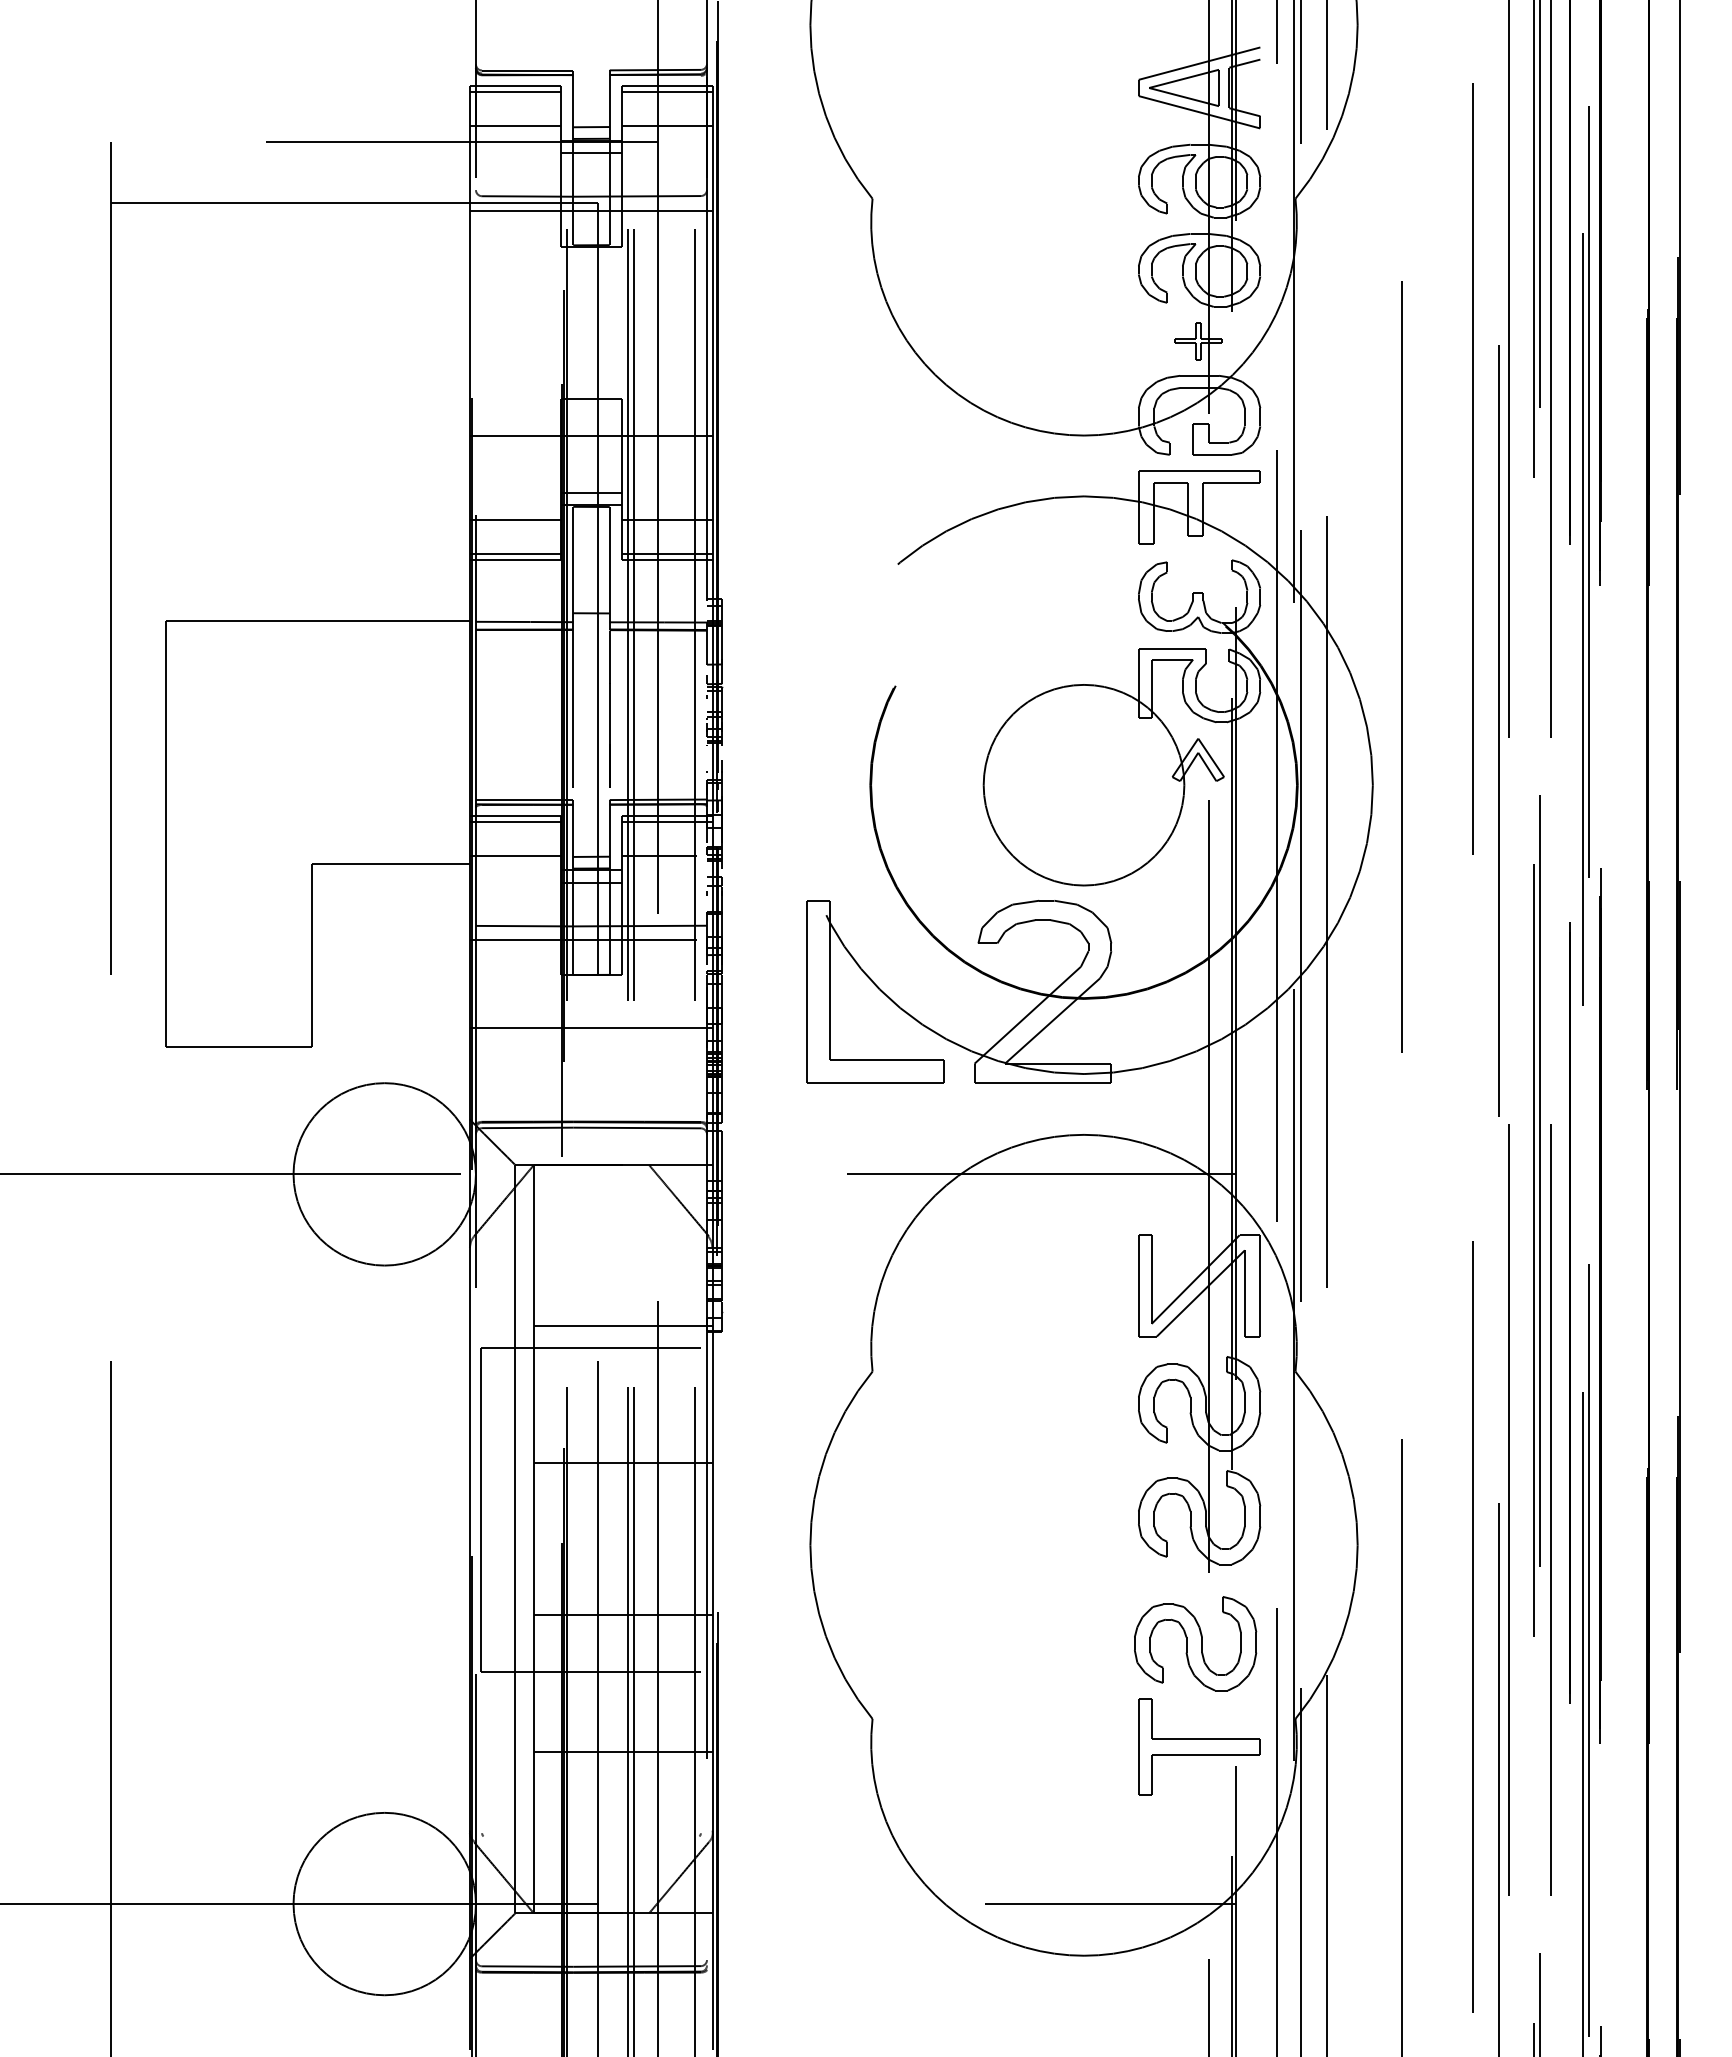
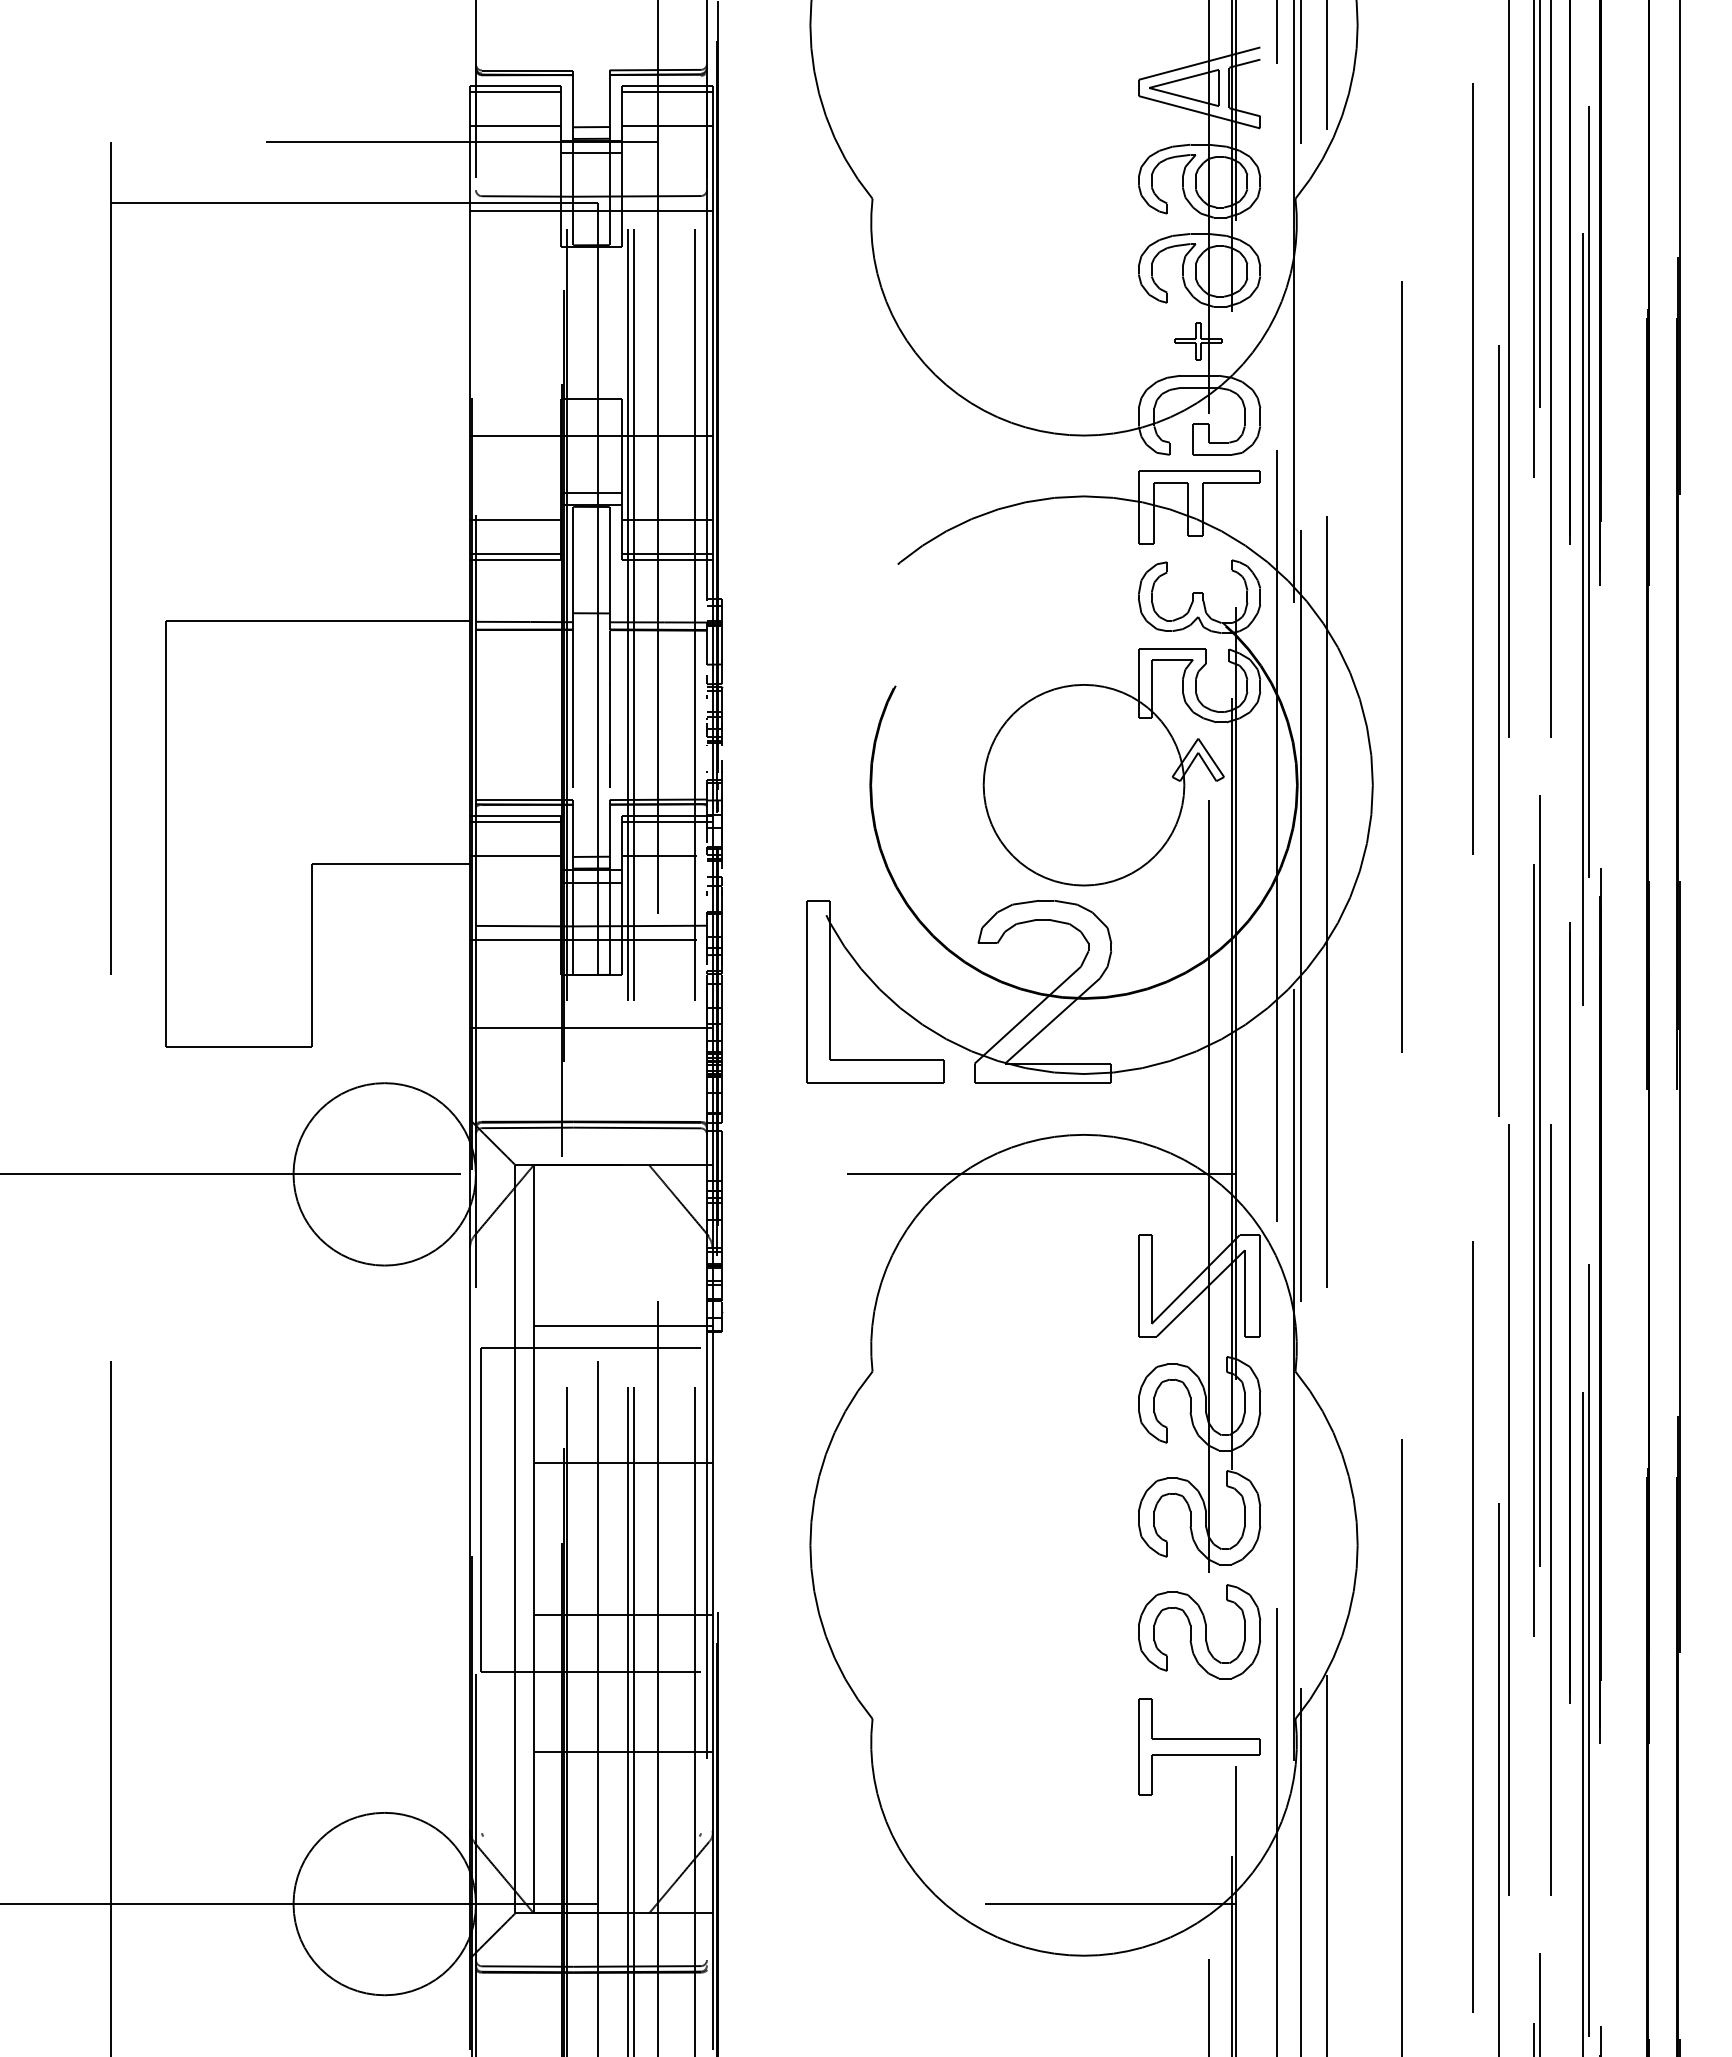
part at (1195, 1643) position: (1195, 1643) -> (1199, 1631)
